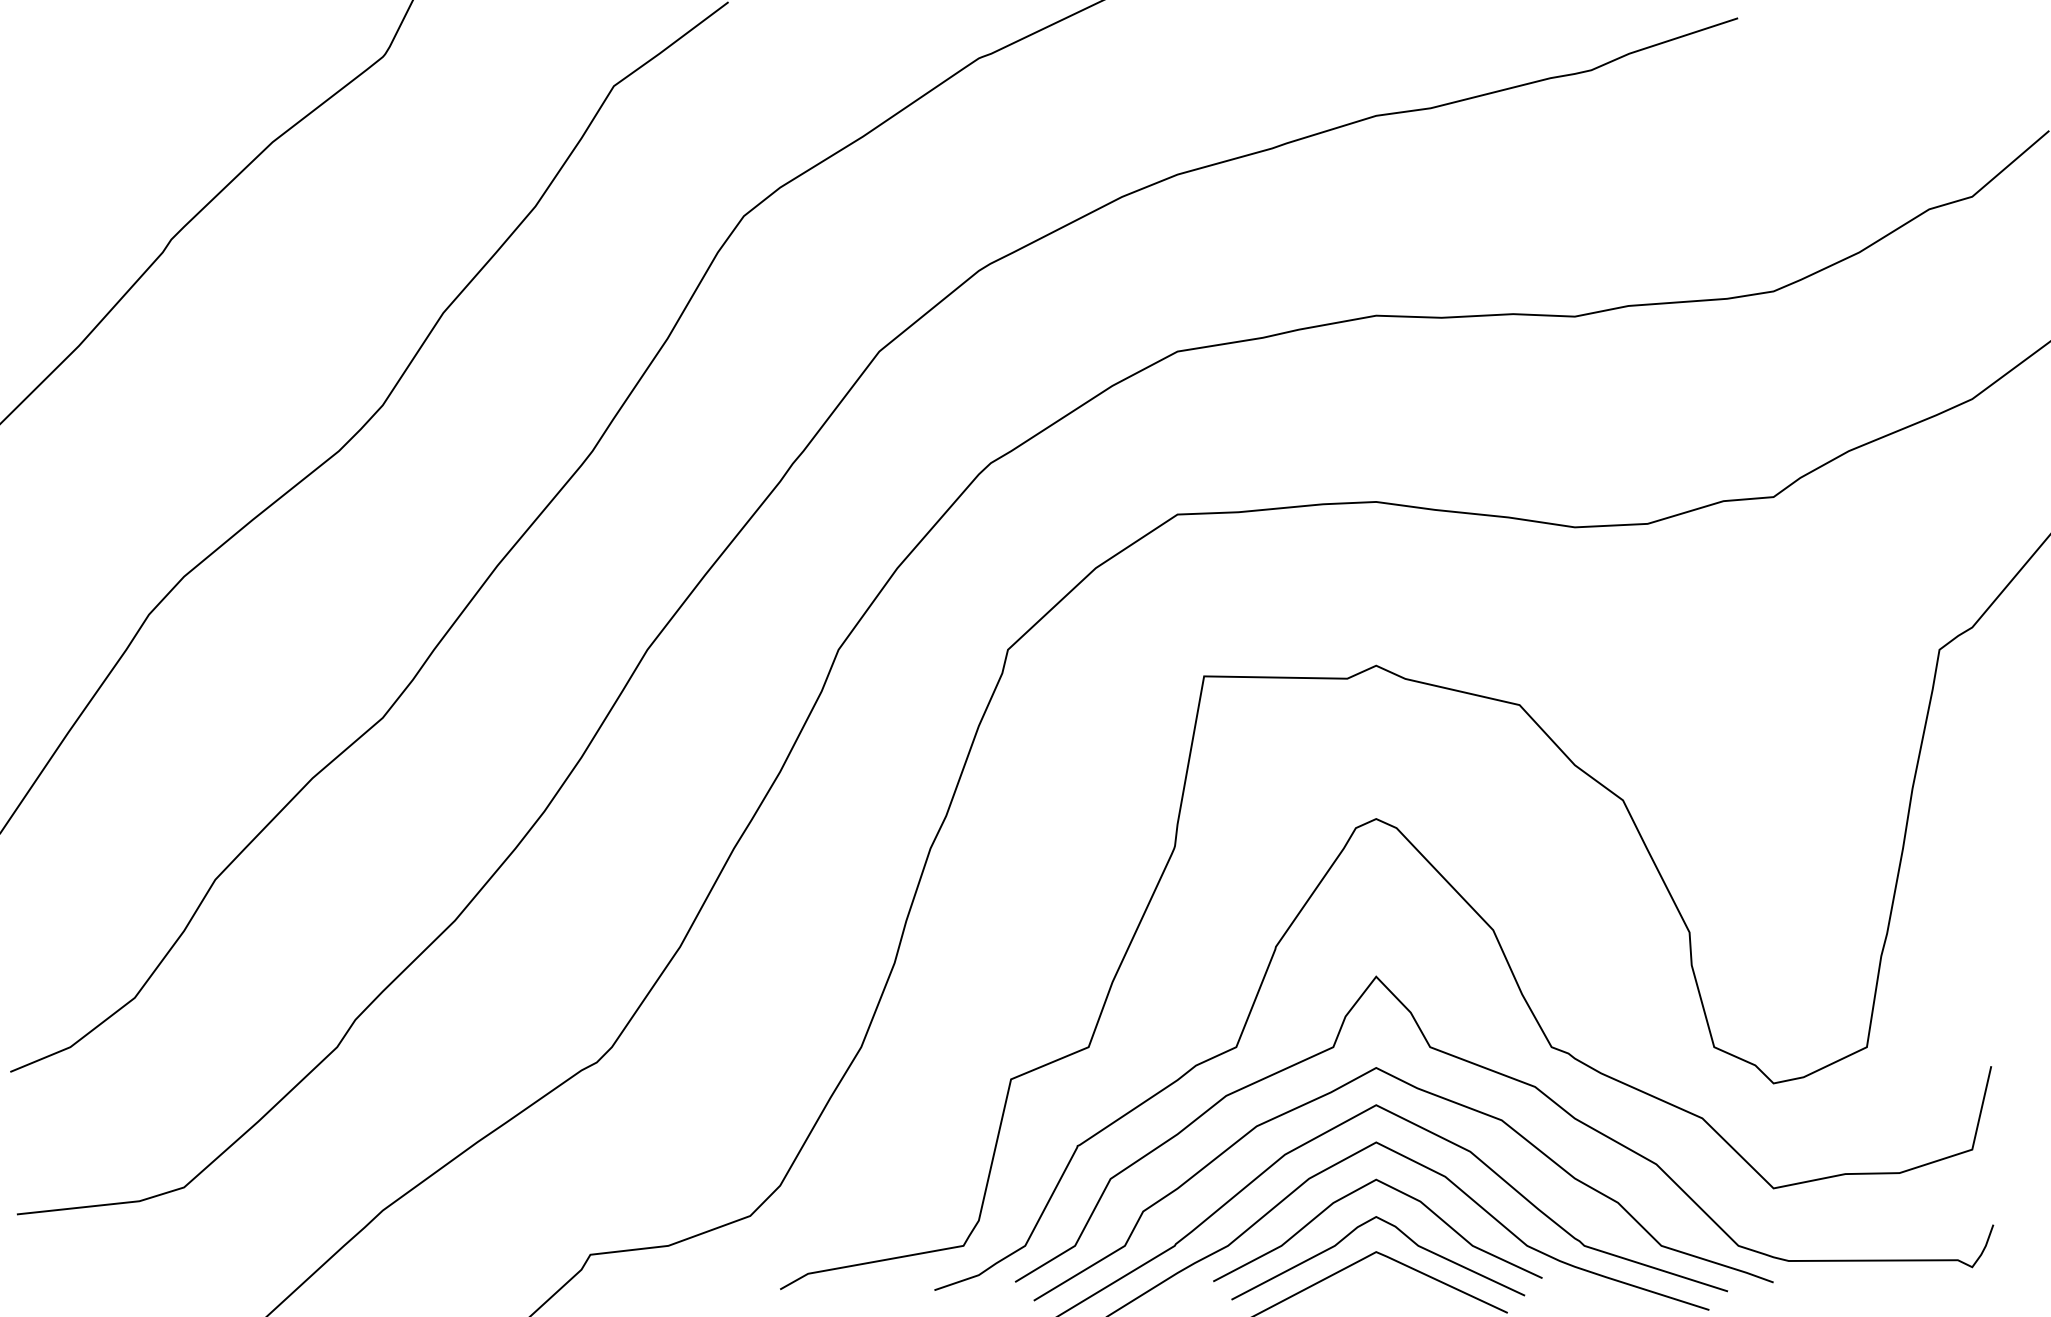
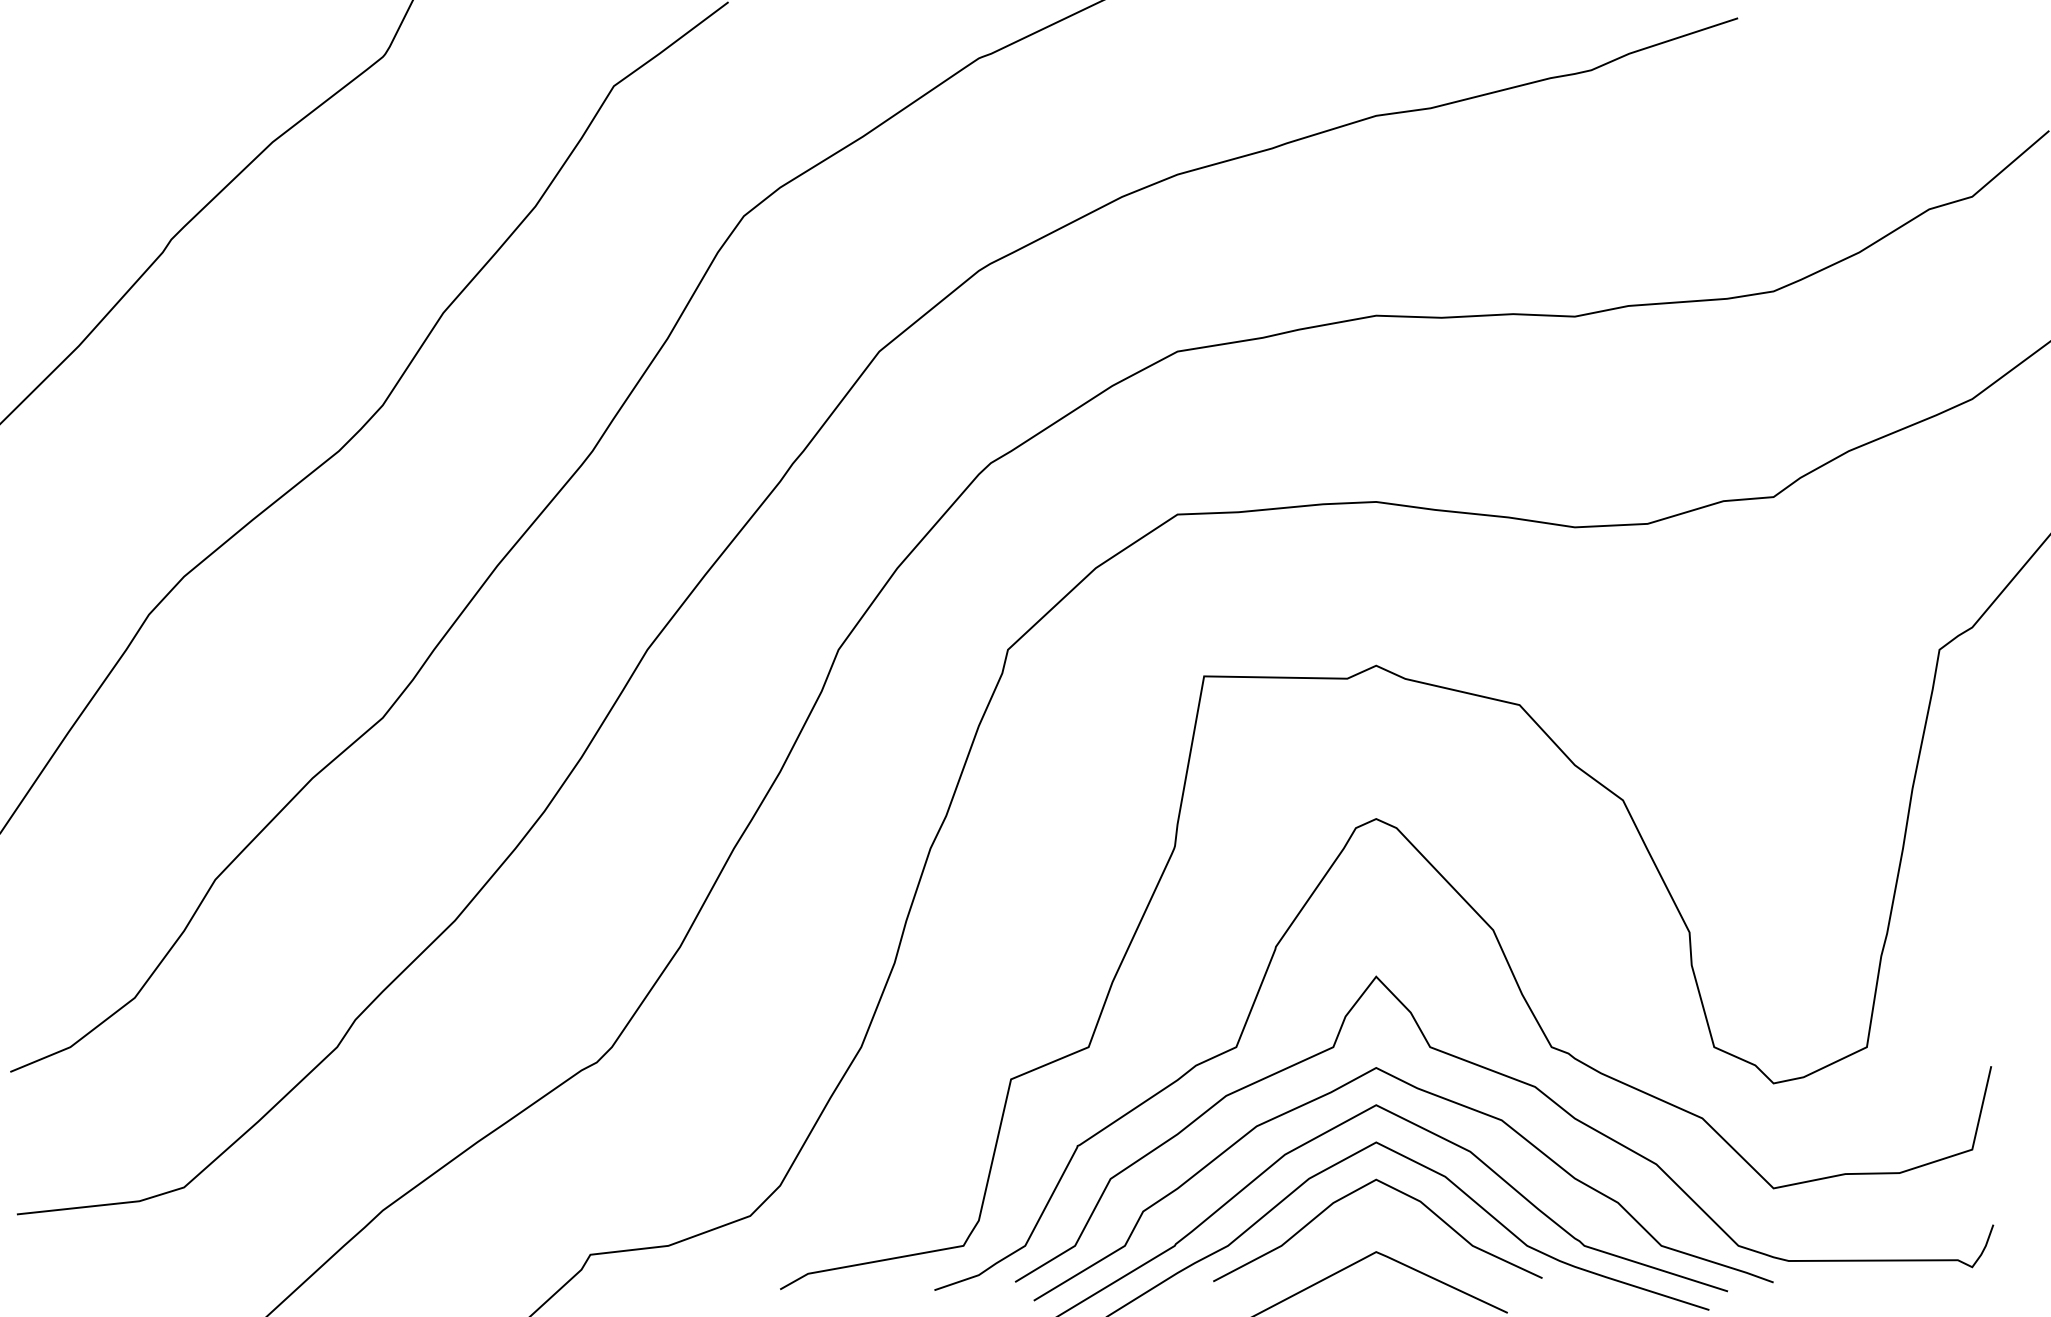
curve at (1400, 1232): present -> none
